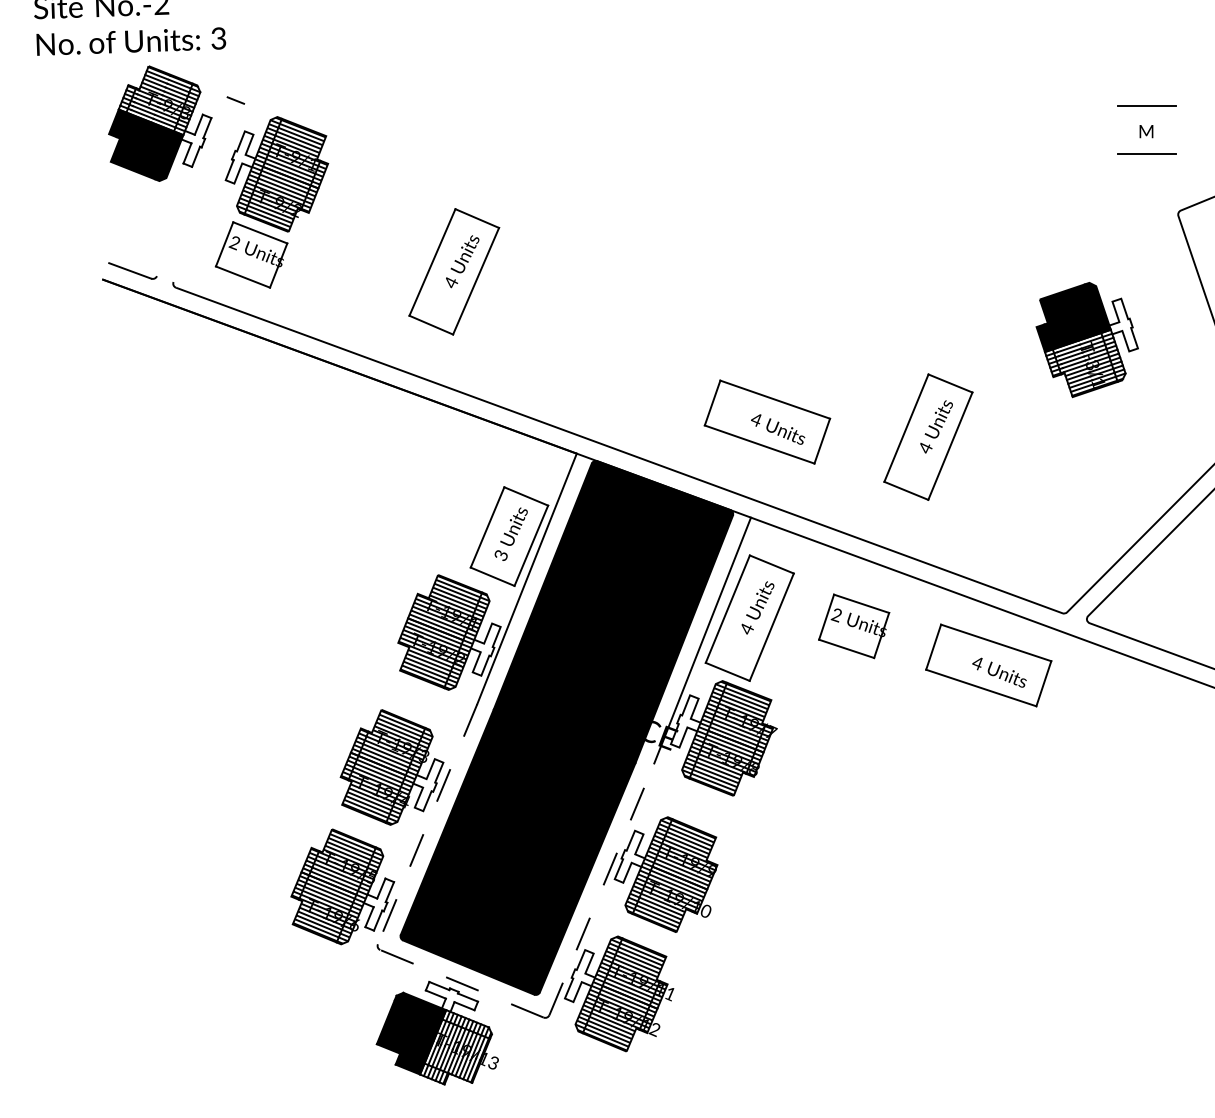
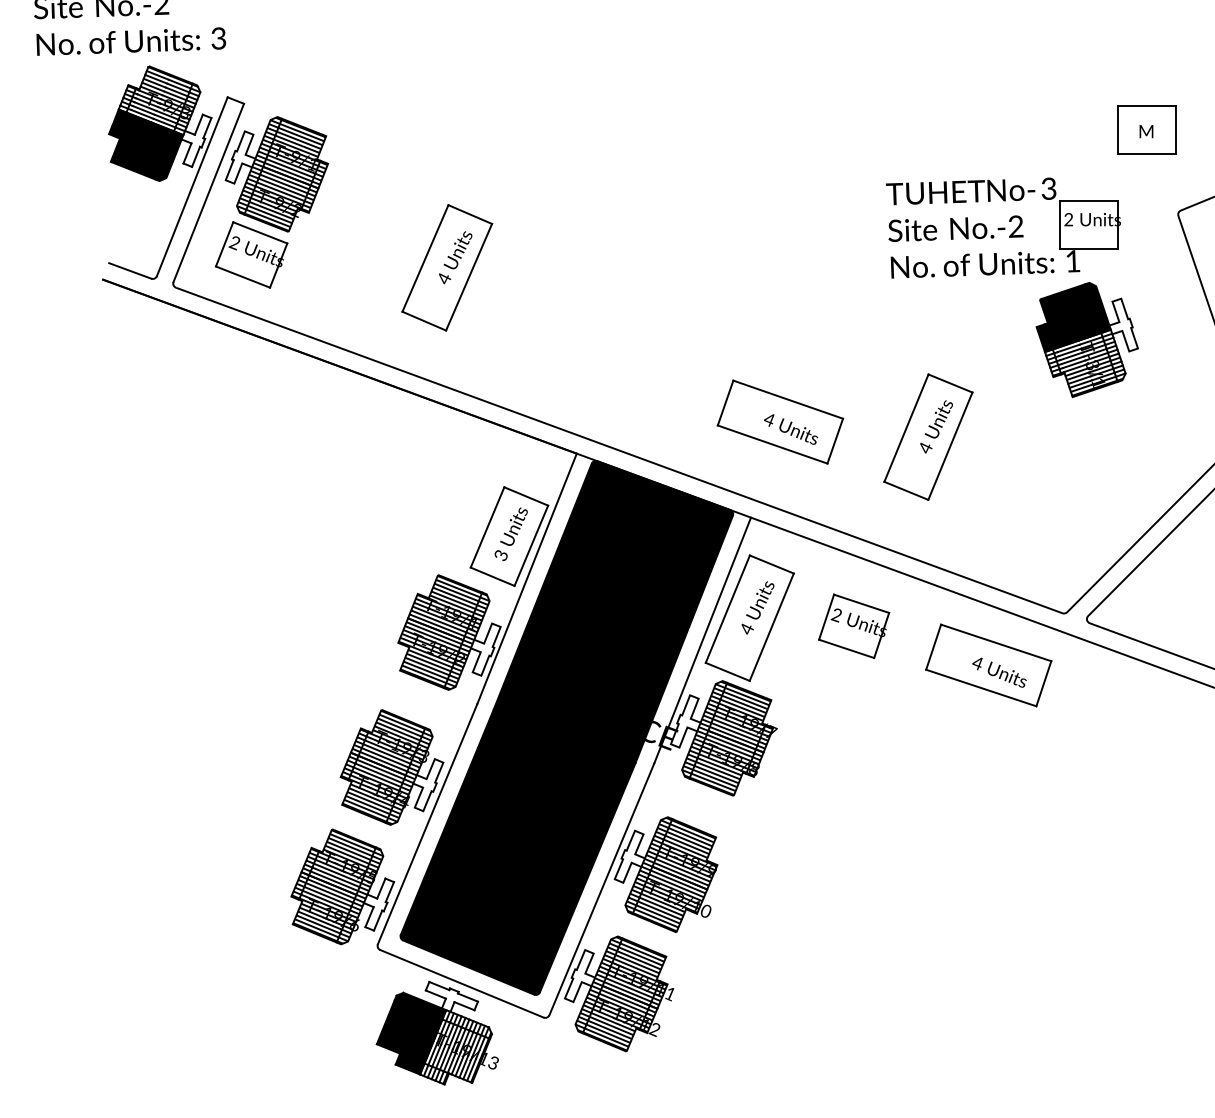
line at (1118, 129): none -> present
line at (1176, 129): none -> present
line at (191, 186): none -> present
line at (208, 192): none -> present
part at (1003, 227): none -> present
part at (454, 271) position: (454, 271) -> (447, 267)
part at (767, 421) position: (767, 421) -> (780, 421)
line at (427, 824): dashed -> solid
line at (602, 888): dashed -> solid
line at (461, 983): dashed -> solid
